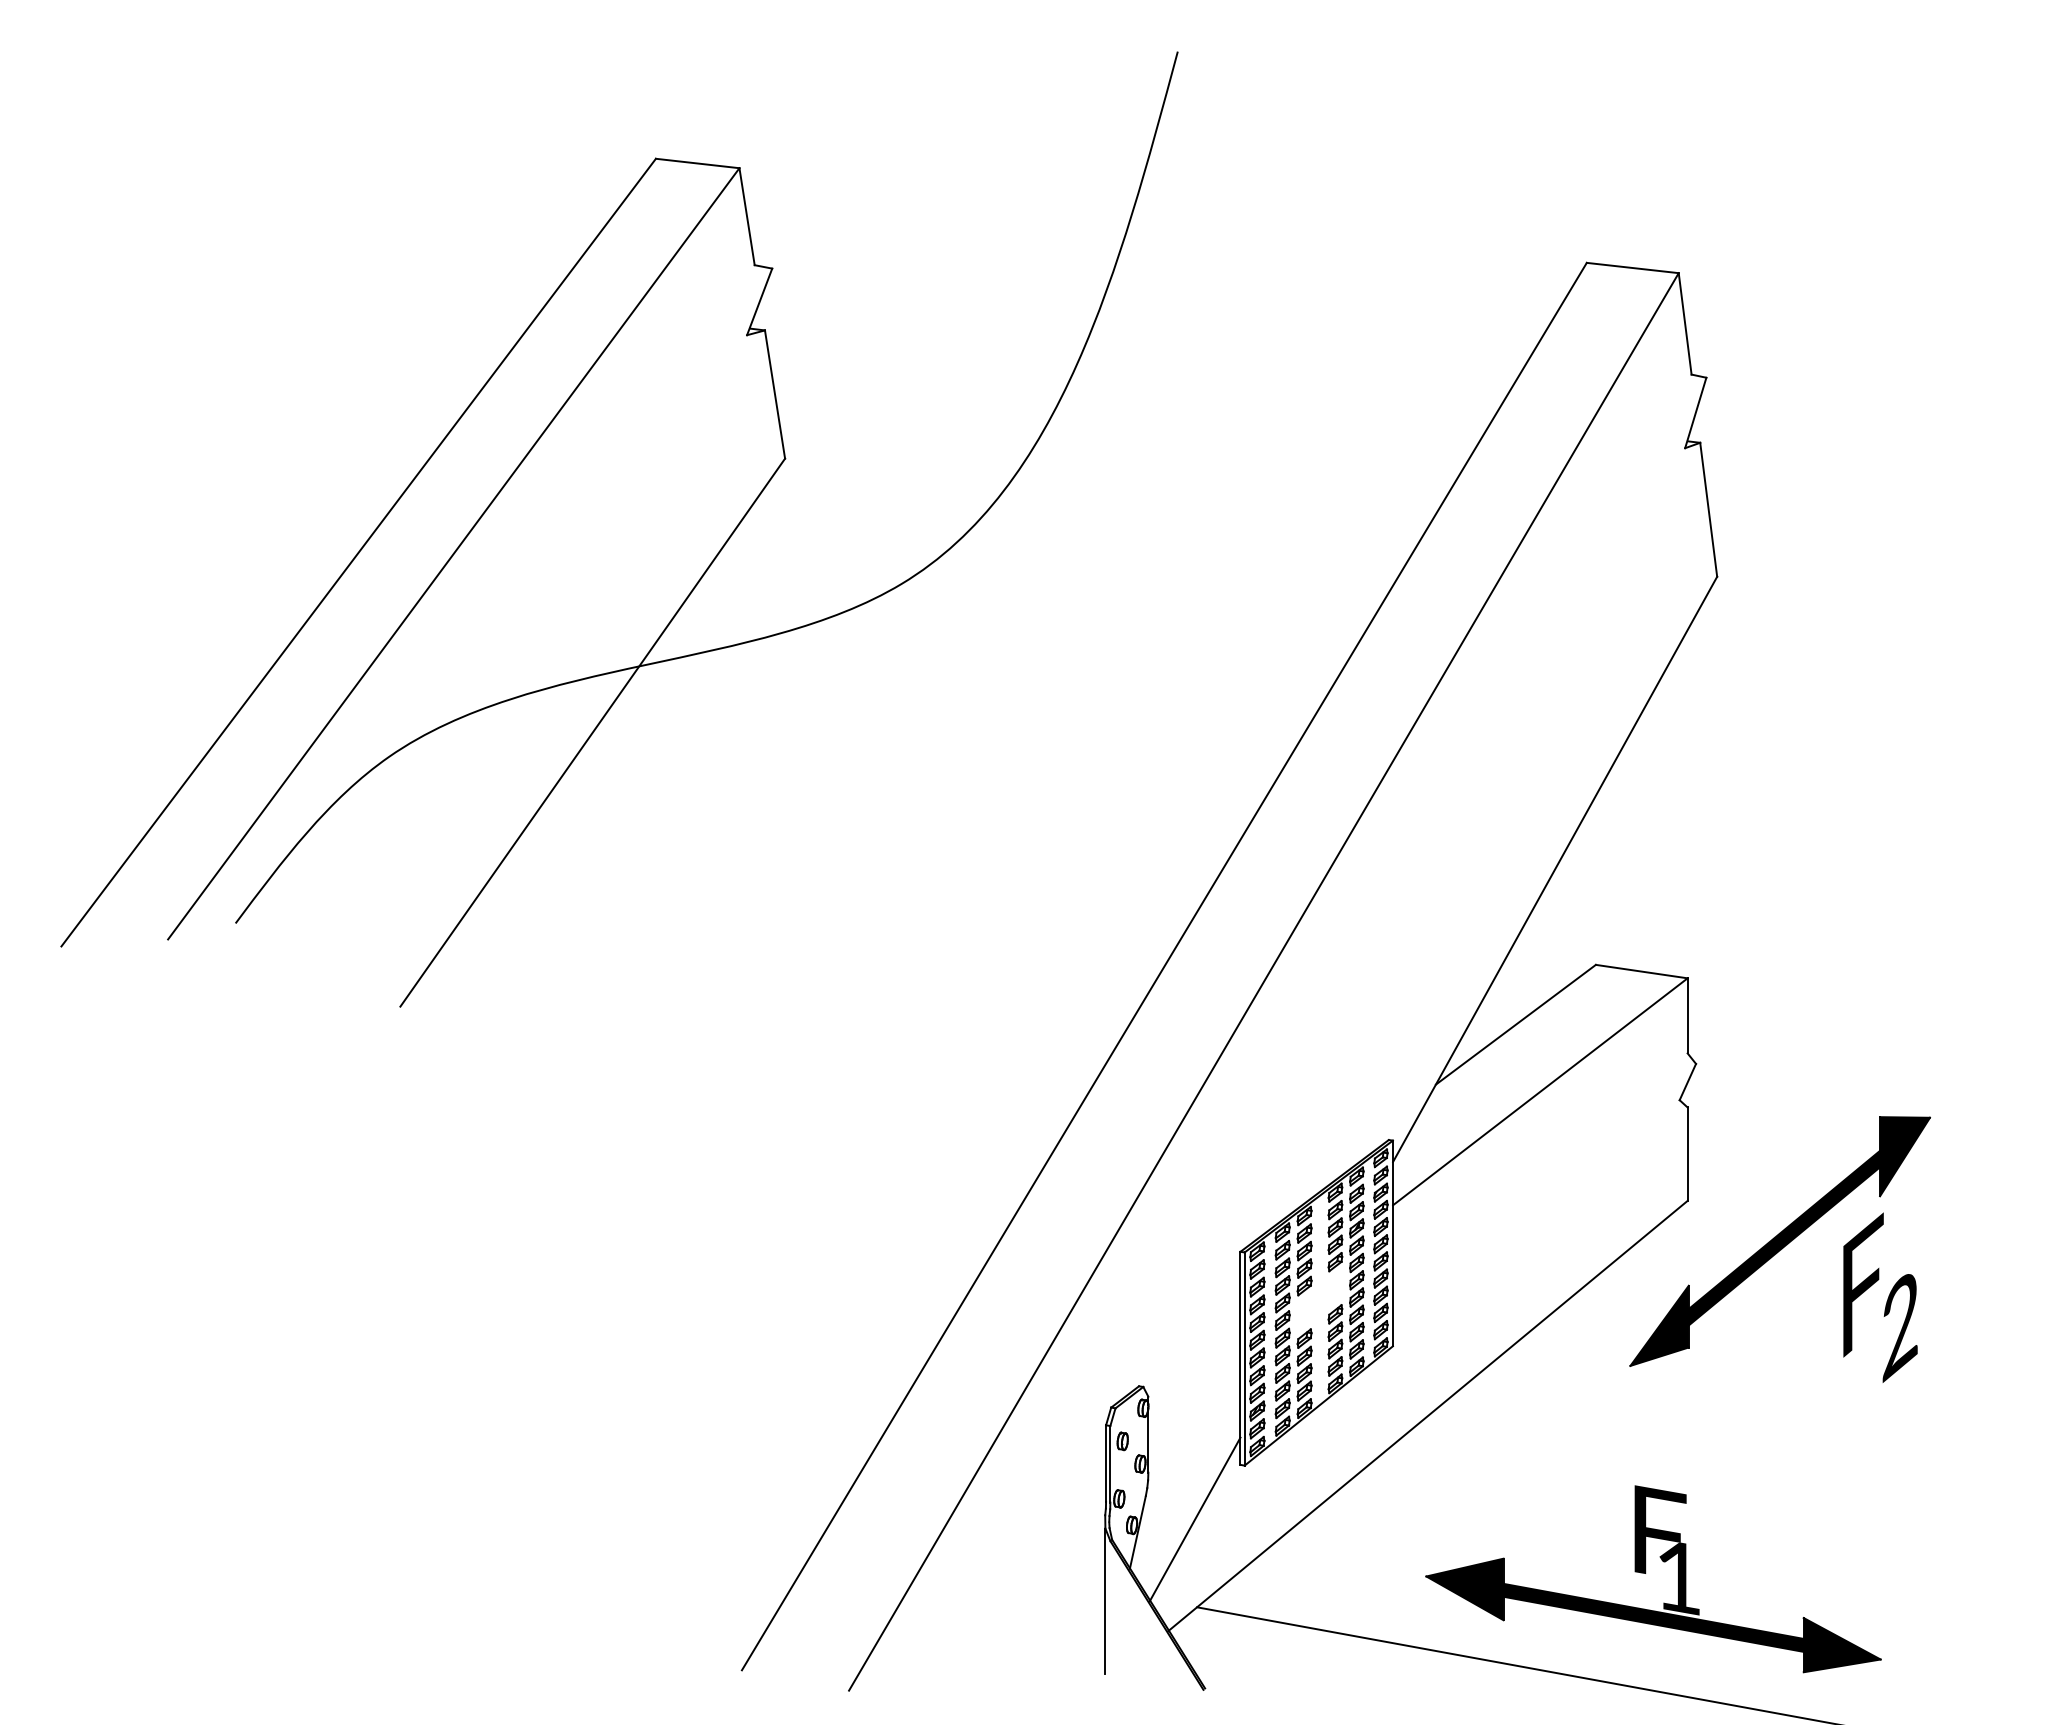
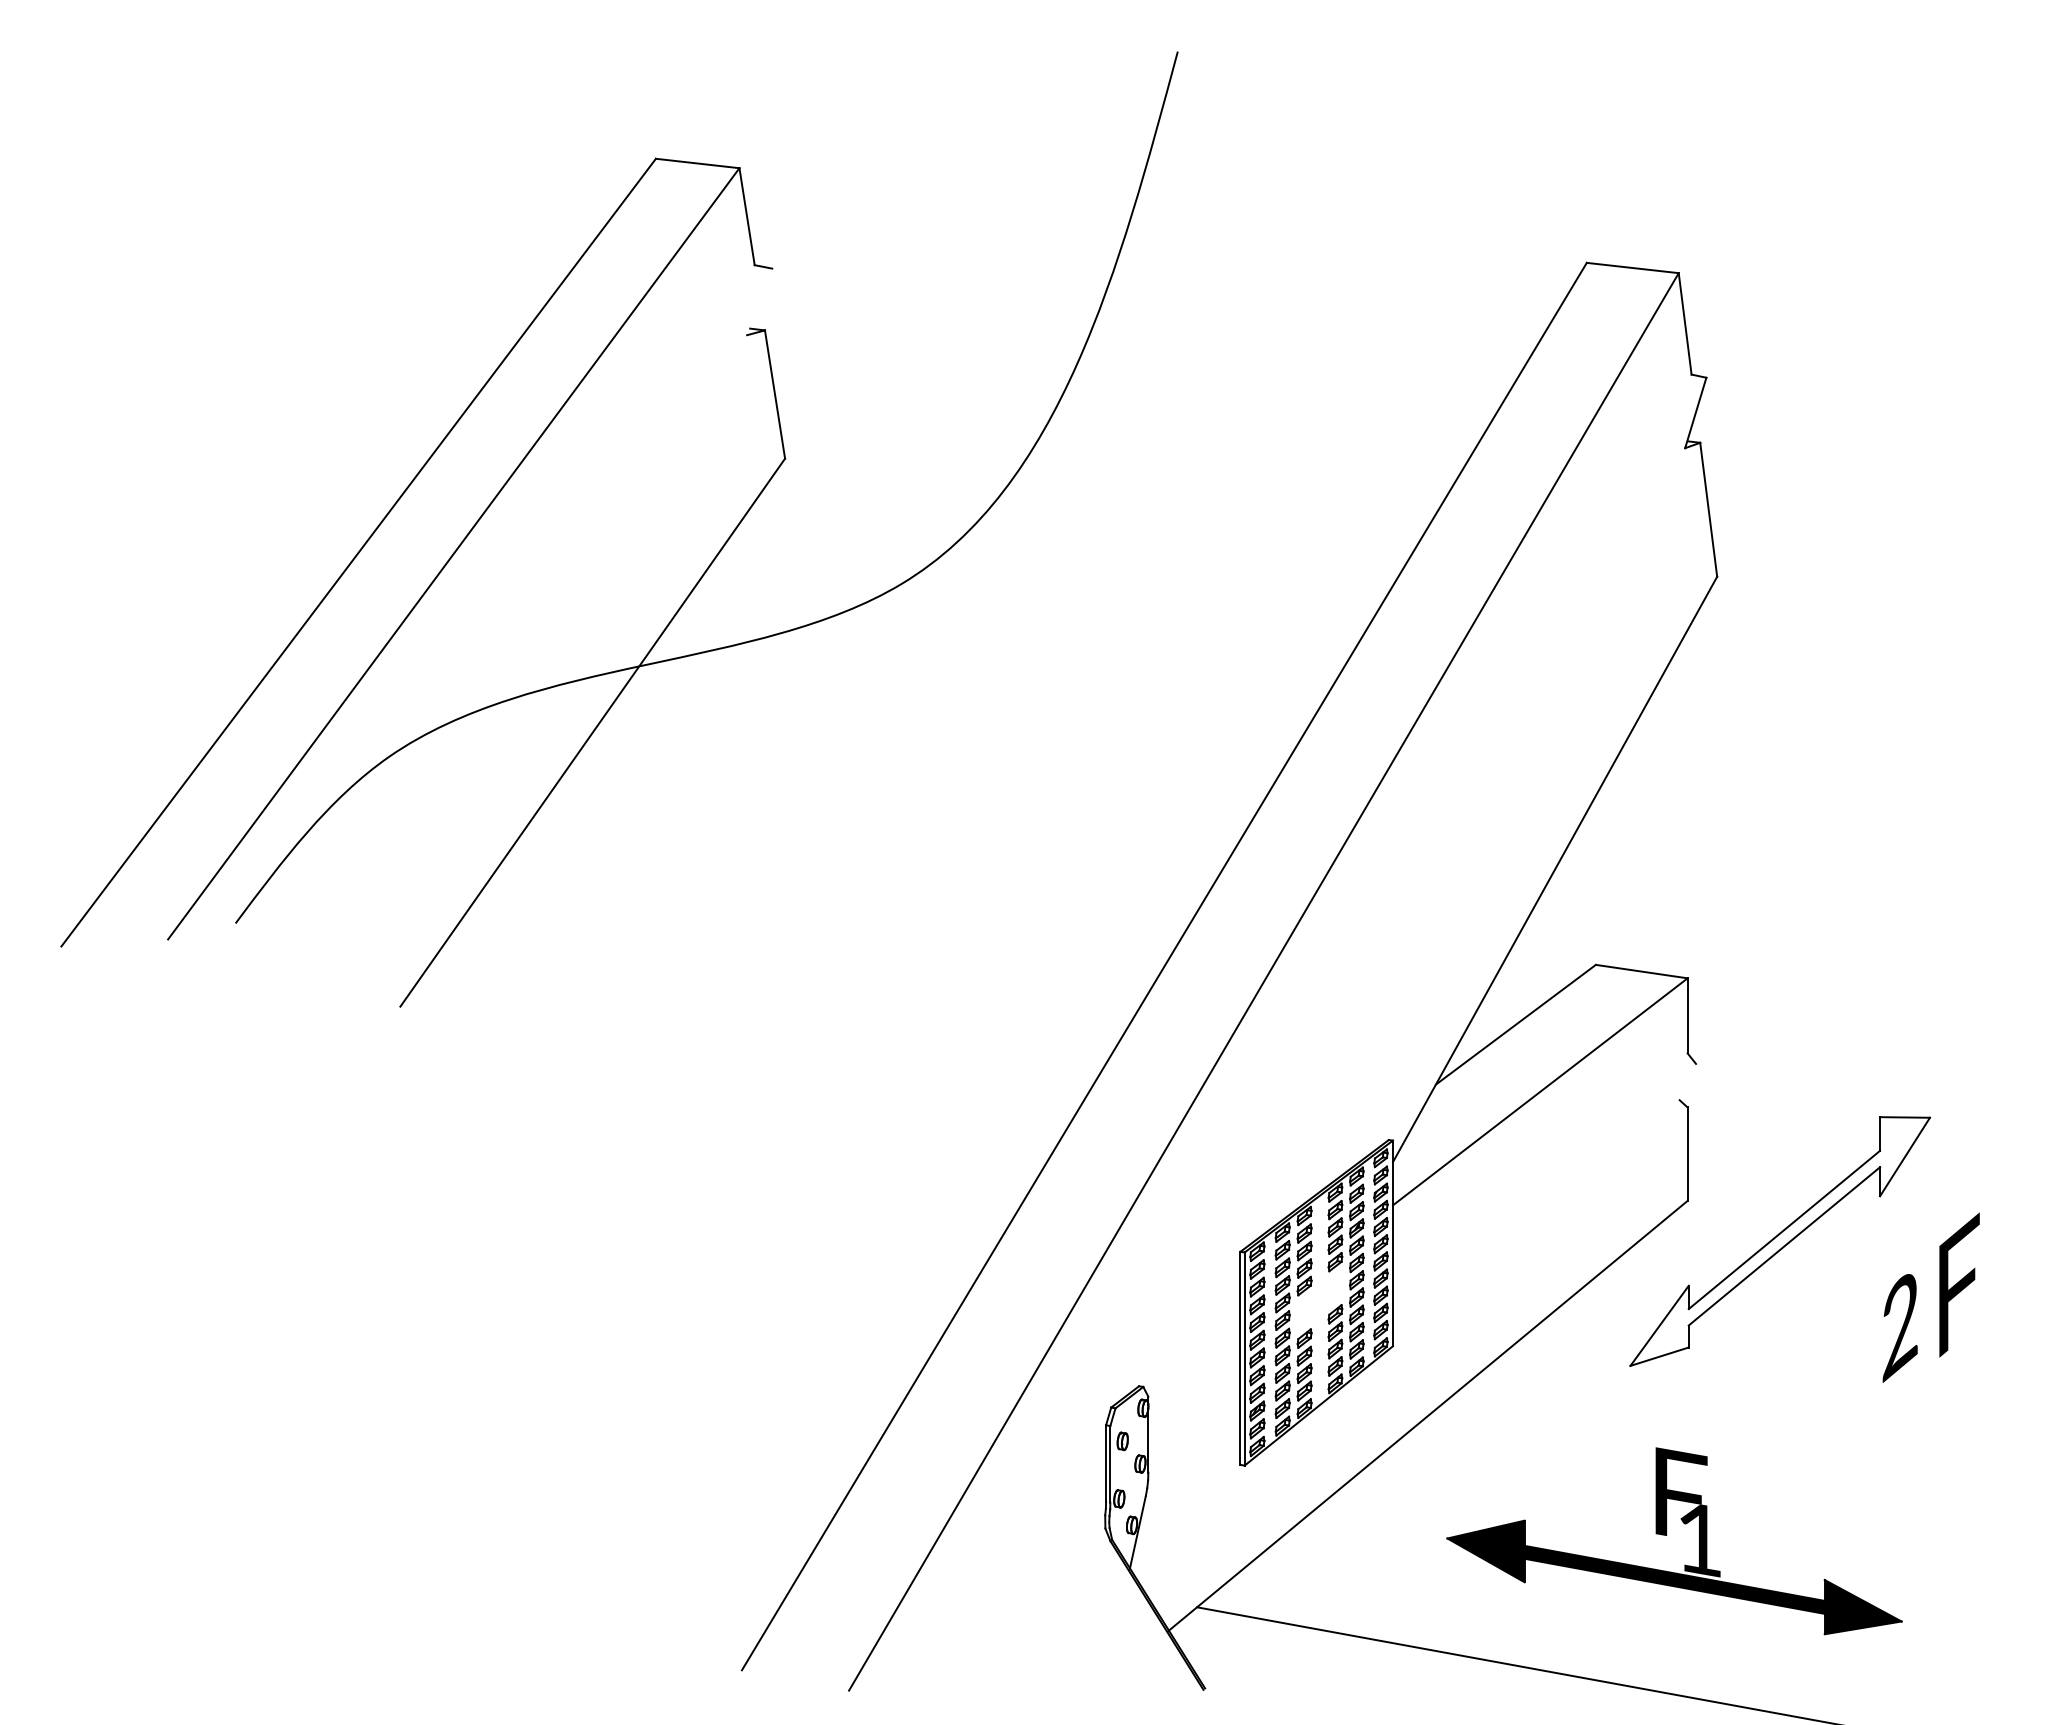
line at (759, 301): present -> none
line at (1687, 1081): present -> none
fill at (1779, 1241): present -> none
text at (1863, 1284) position: (1863, 1284) -> (1959, 1284)
line at (1194, 1519): present -> none
part at (1646, 1573) position: (1646, 1573) -> (1667, 1535)
line at (1105, 1601): present -> none
